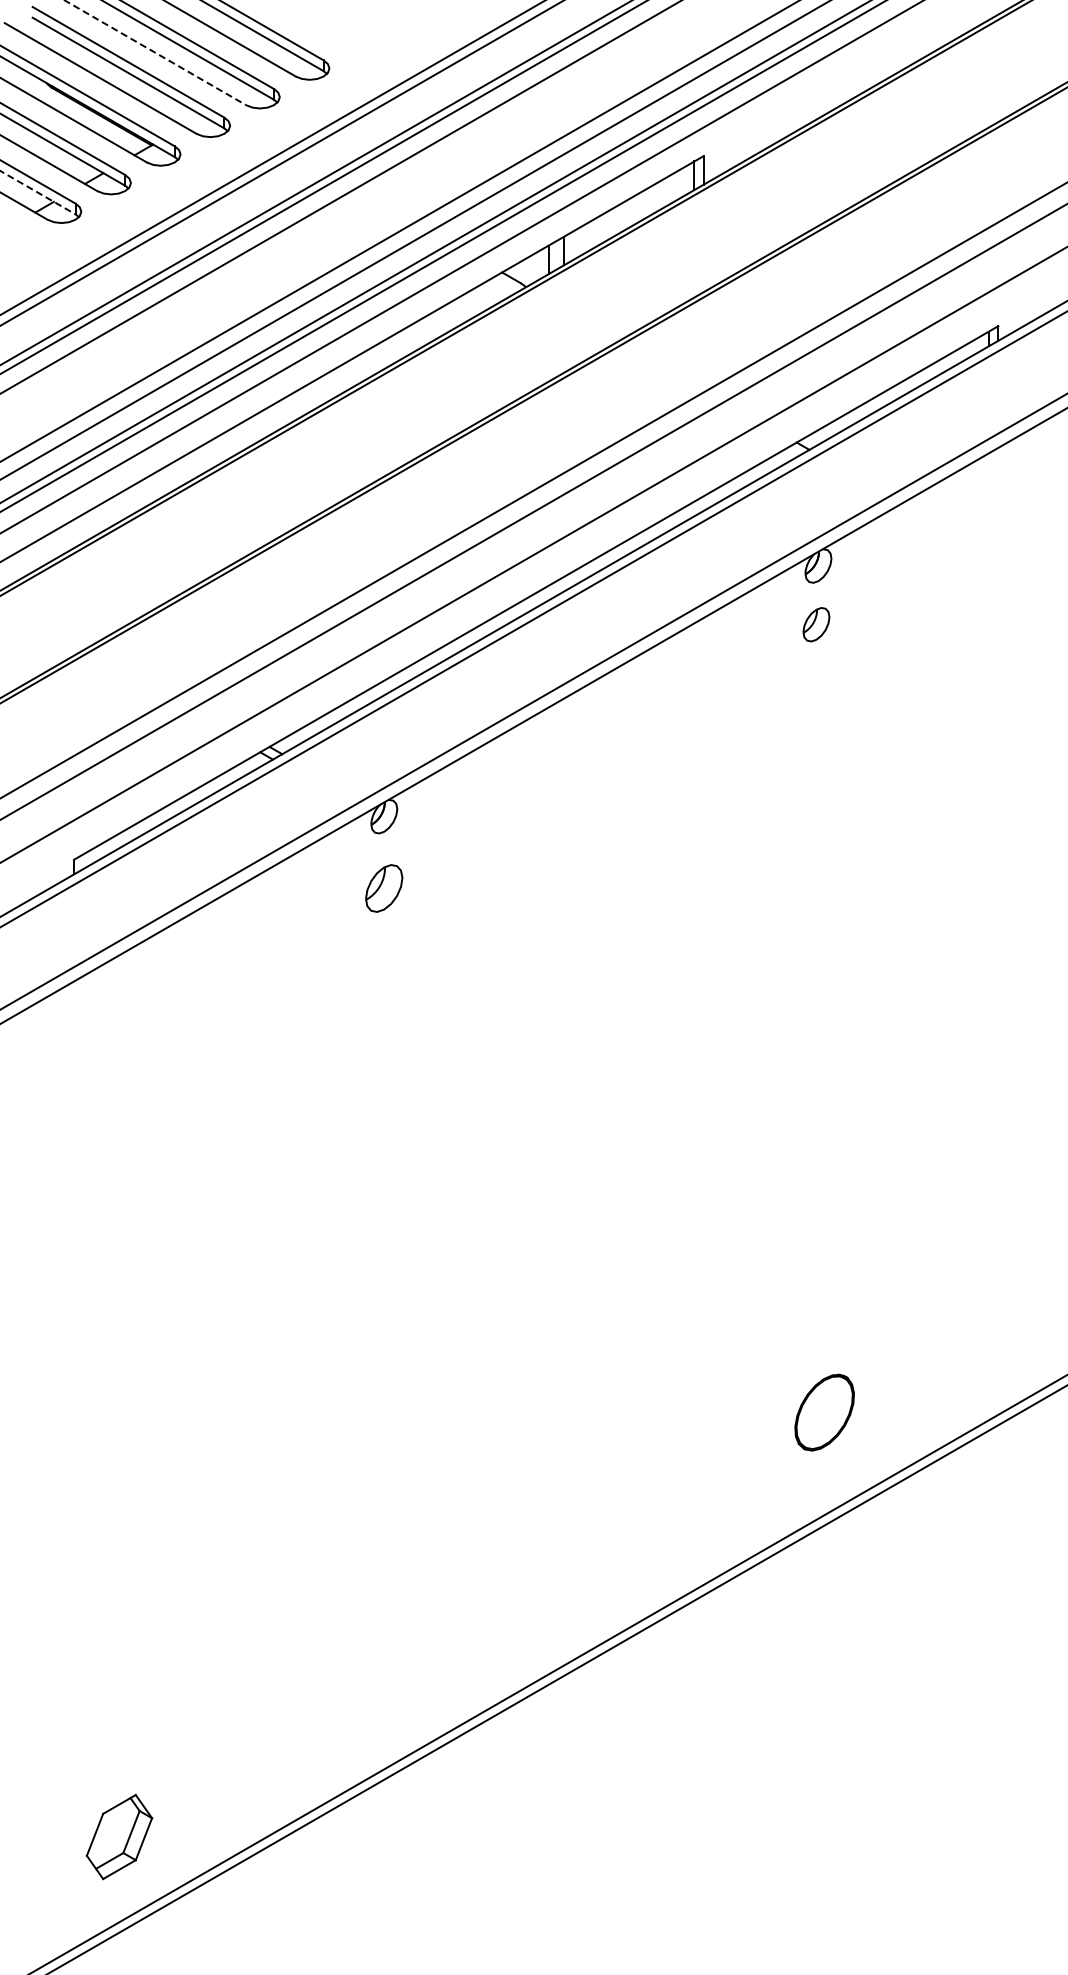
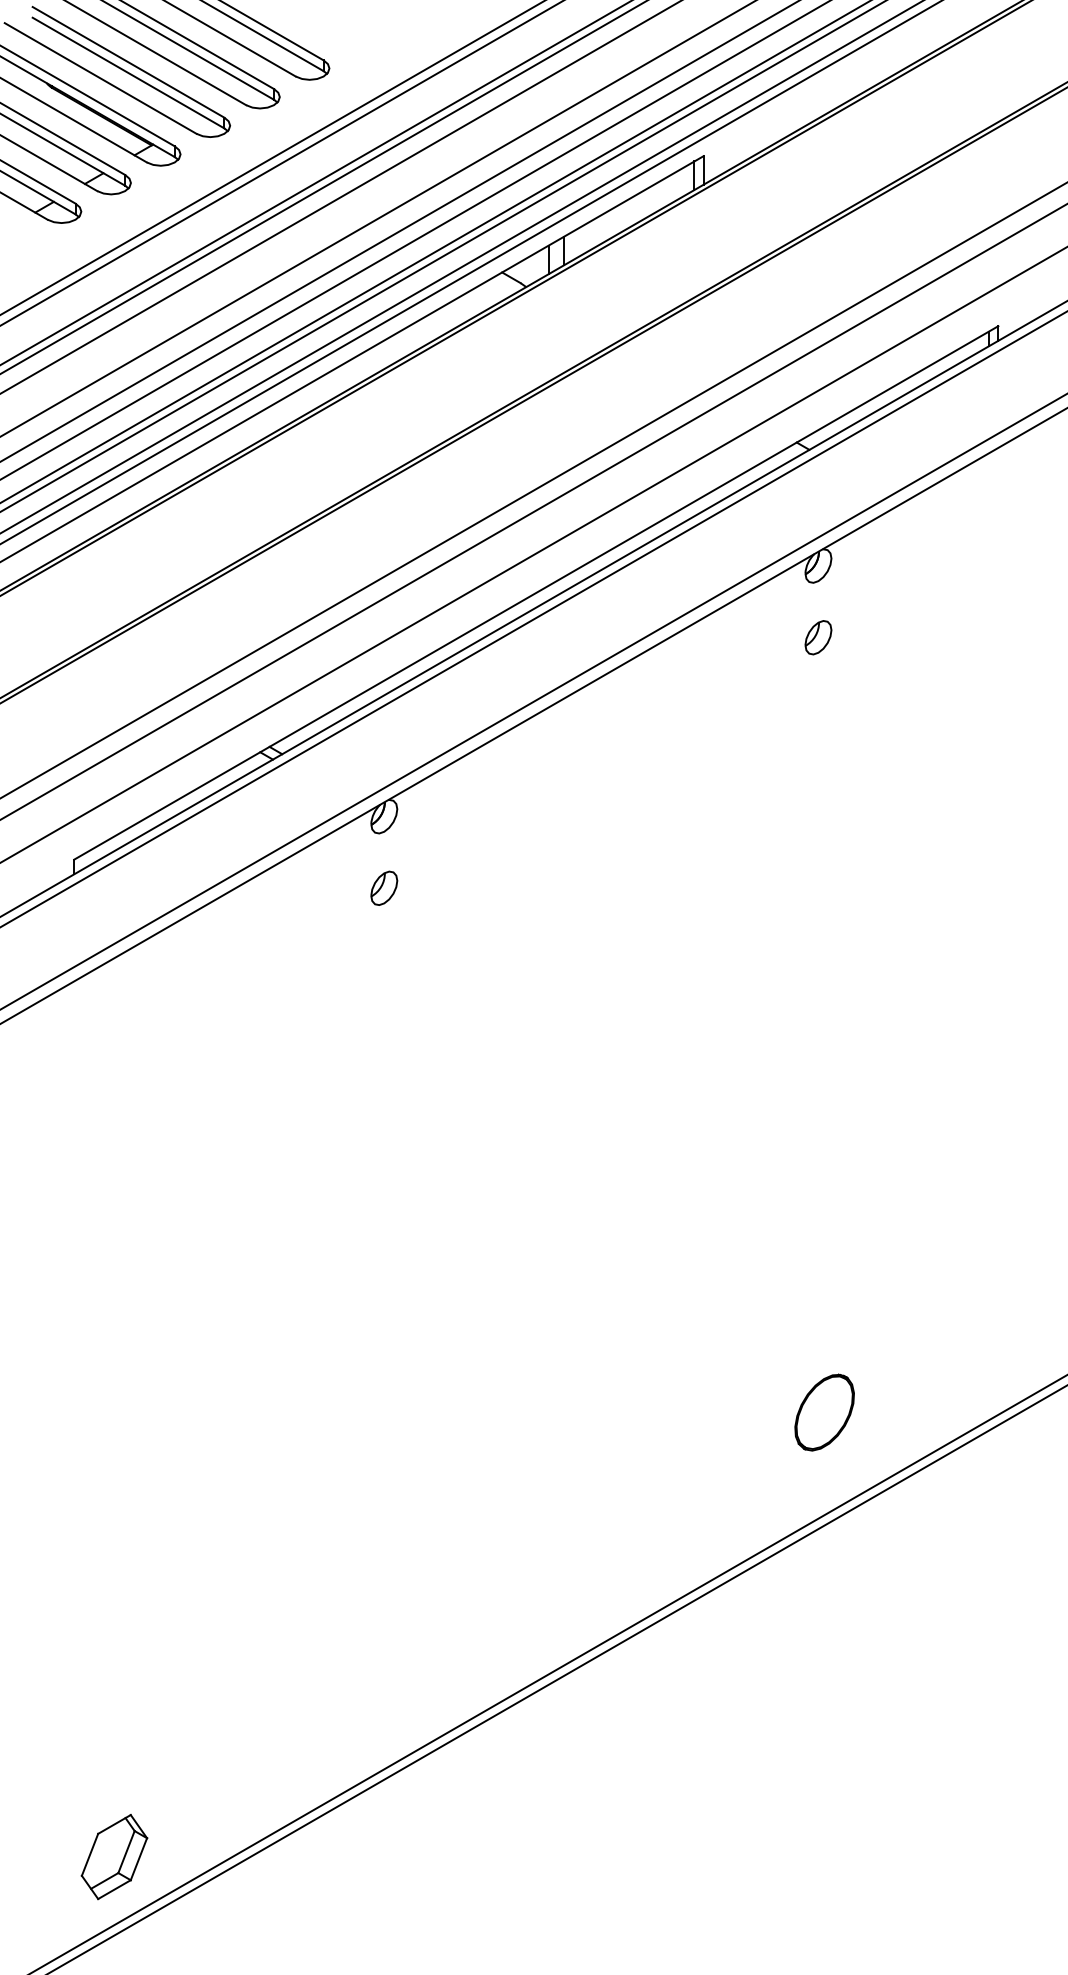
line at (155, 52): dashed -> solid
line at (38, 192): dashed -> solid
line at (377, 218): none -> present
line at (470, 272): none -> present
part at (816, 624) position: (816, 624) -> (818, 637)
part at (384, 888) size: 39x49 px -> 29x36 px
part at (119, 1837) position: (119, 1837) -> (114, 1857)
